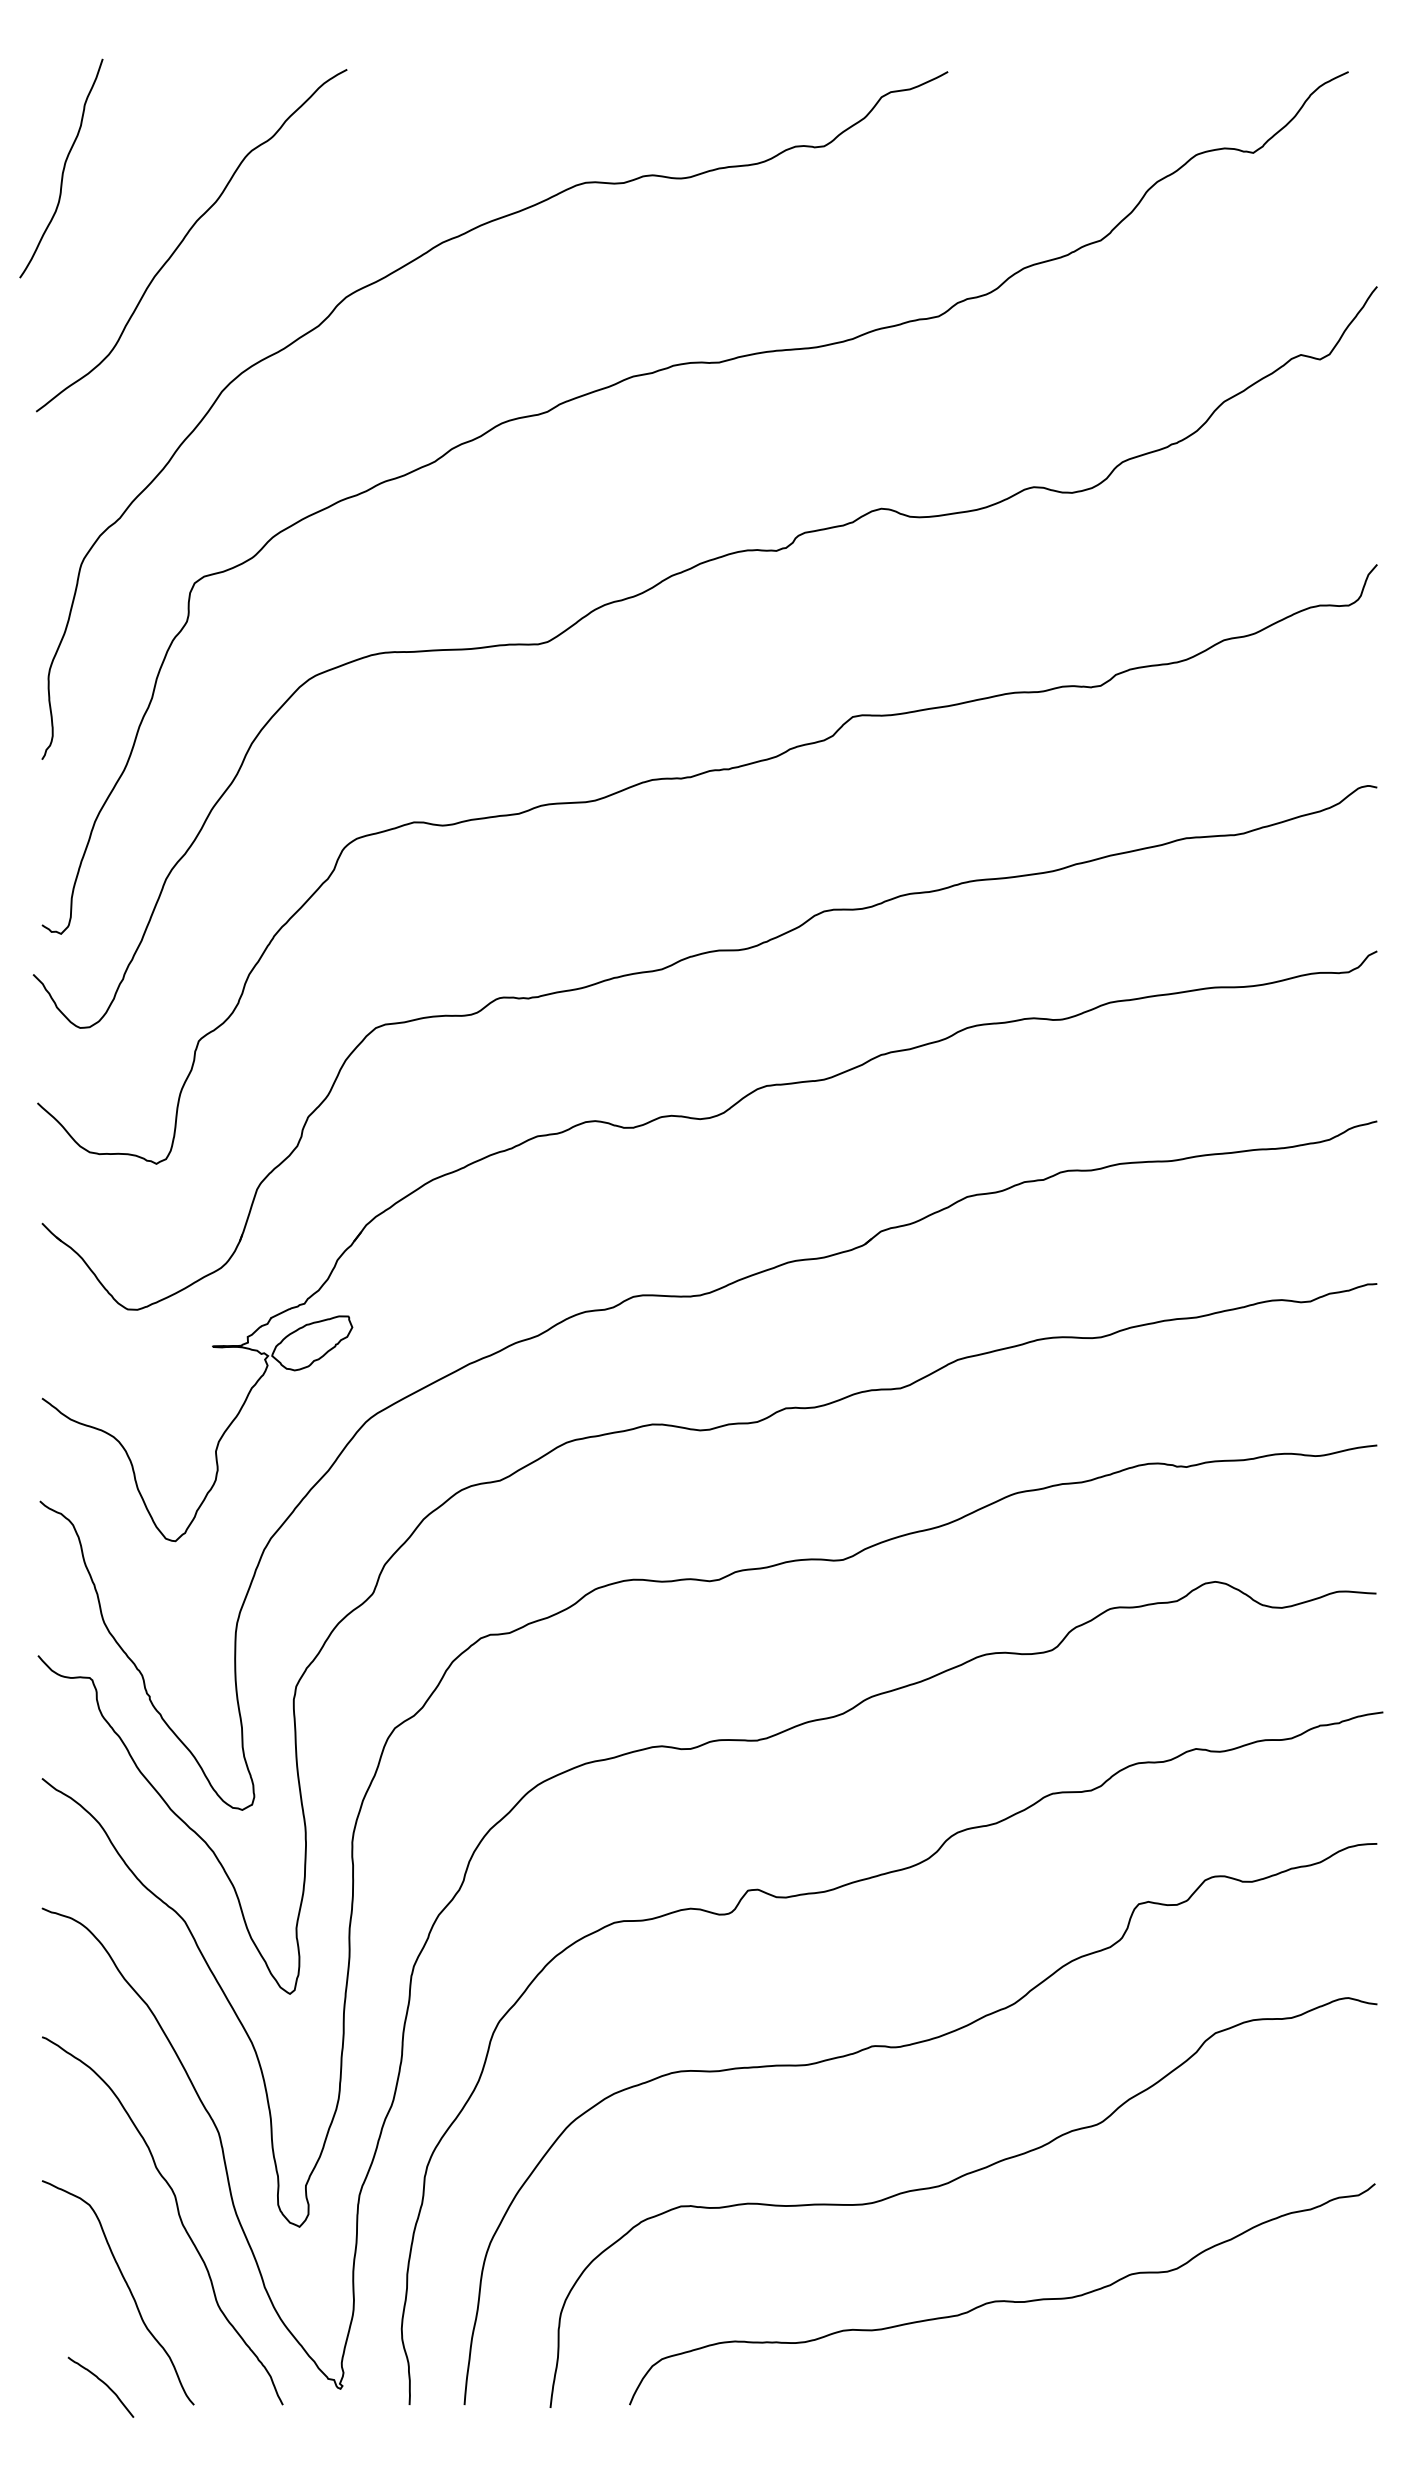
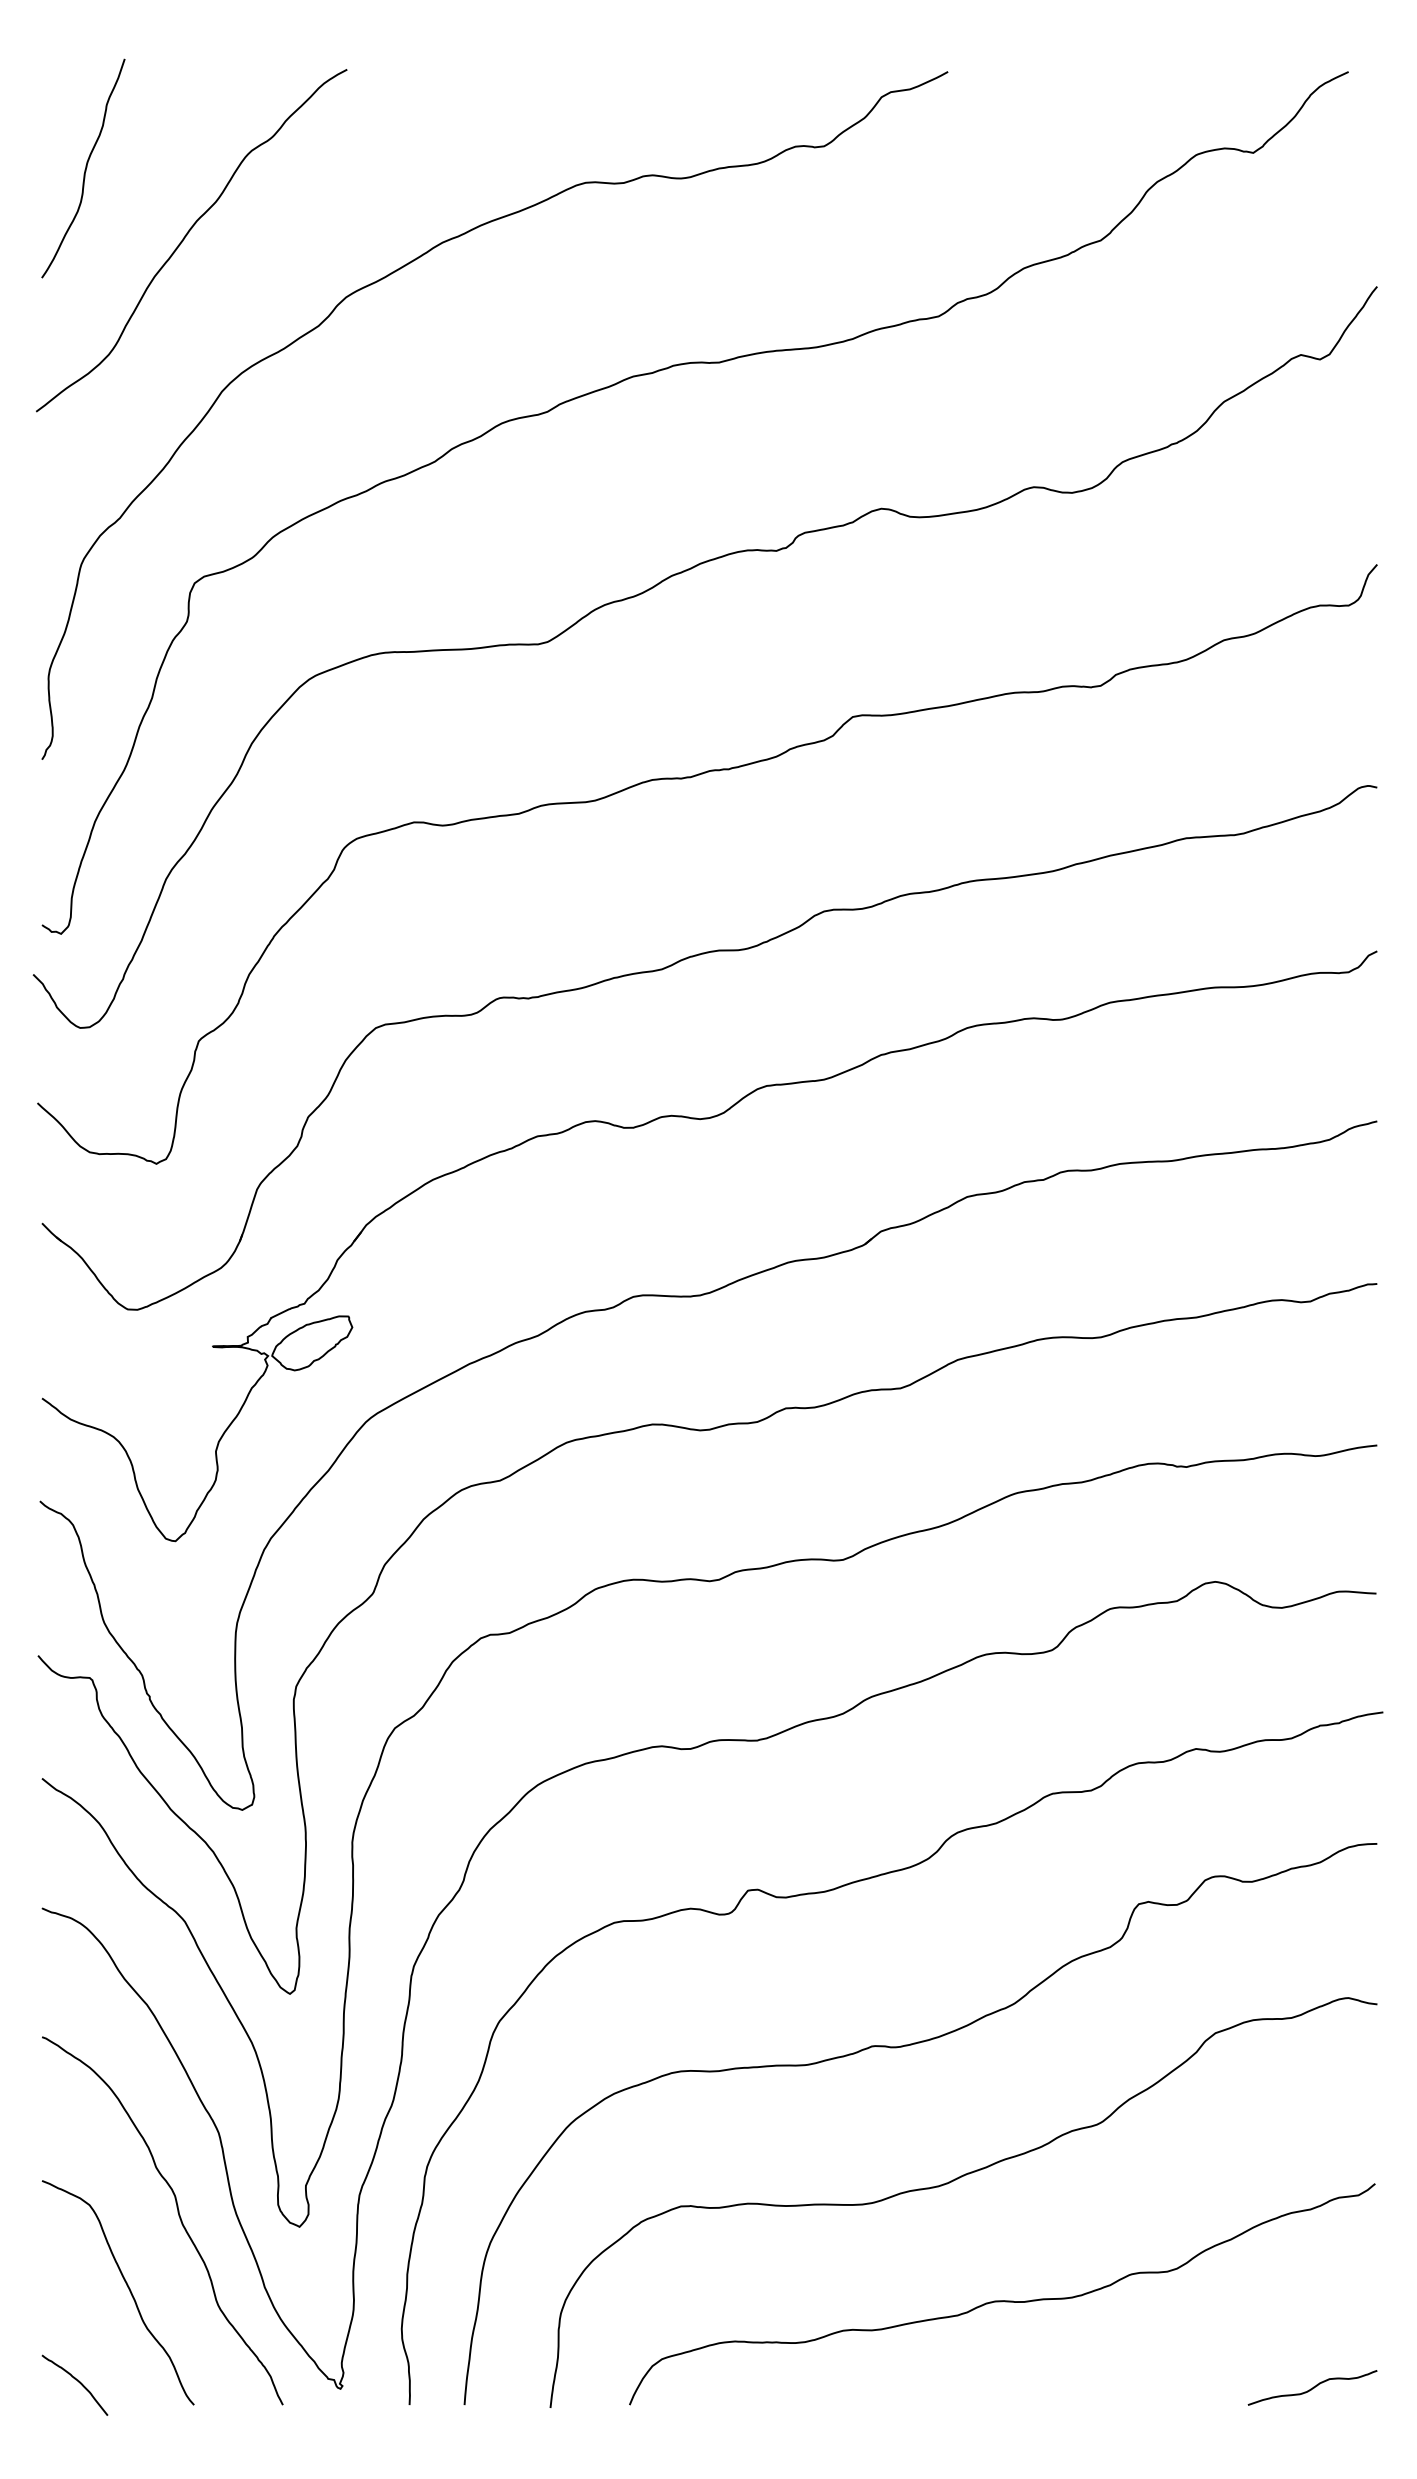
curve at (62, 169) position: (62, 169) -> (84, 169)
curve at (103, 2383) position: (103, 2383) -> (77, 2381)
curve at (1312, 2387): none -> present
